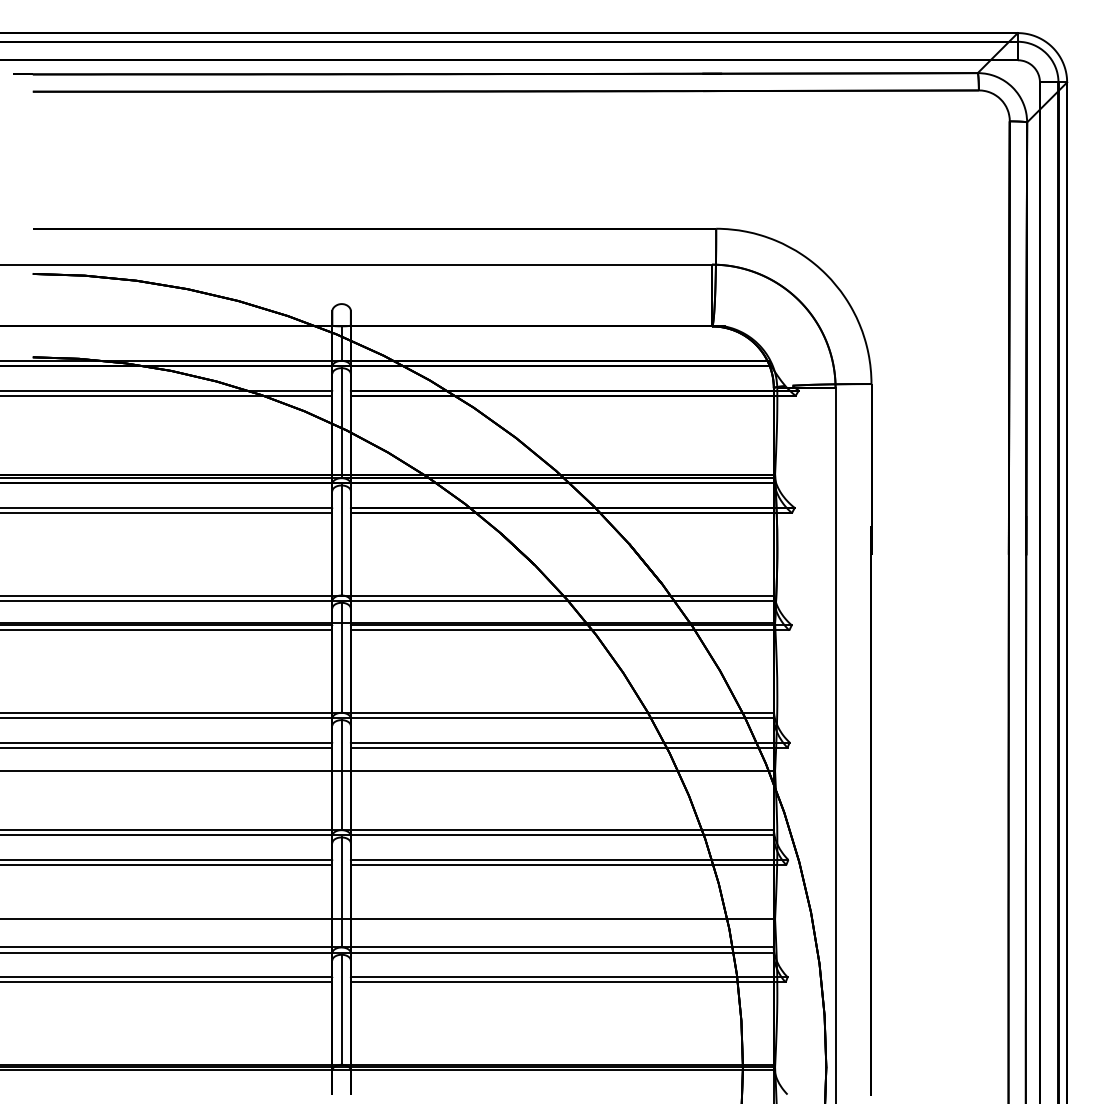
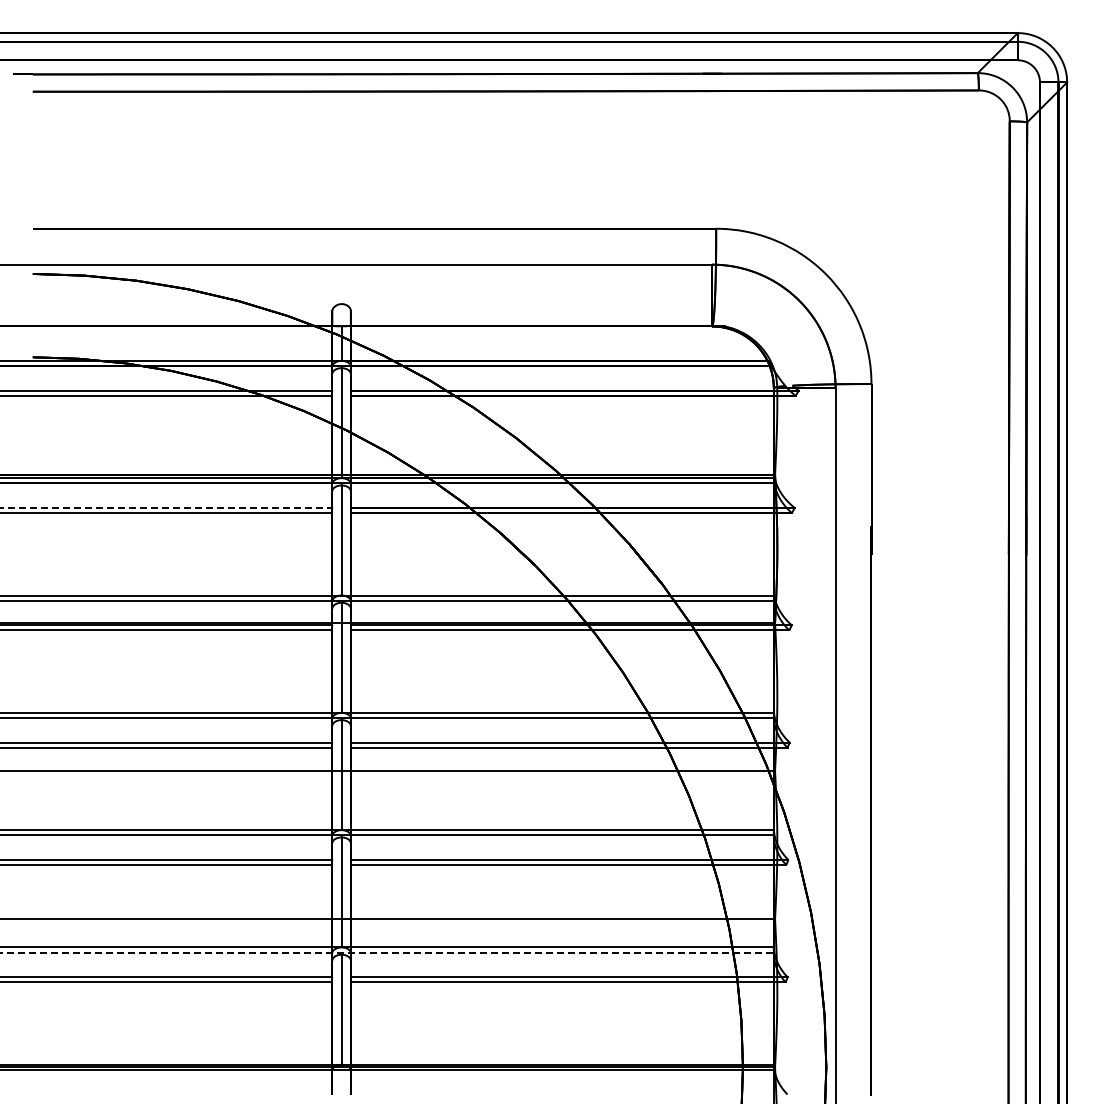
line at (166, 507): solid -> dashed
line at (387, 952): solid -> dashed
